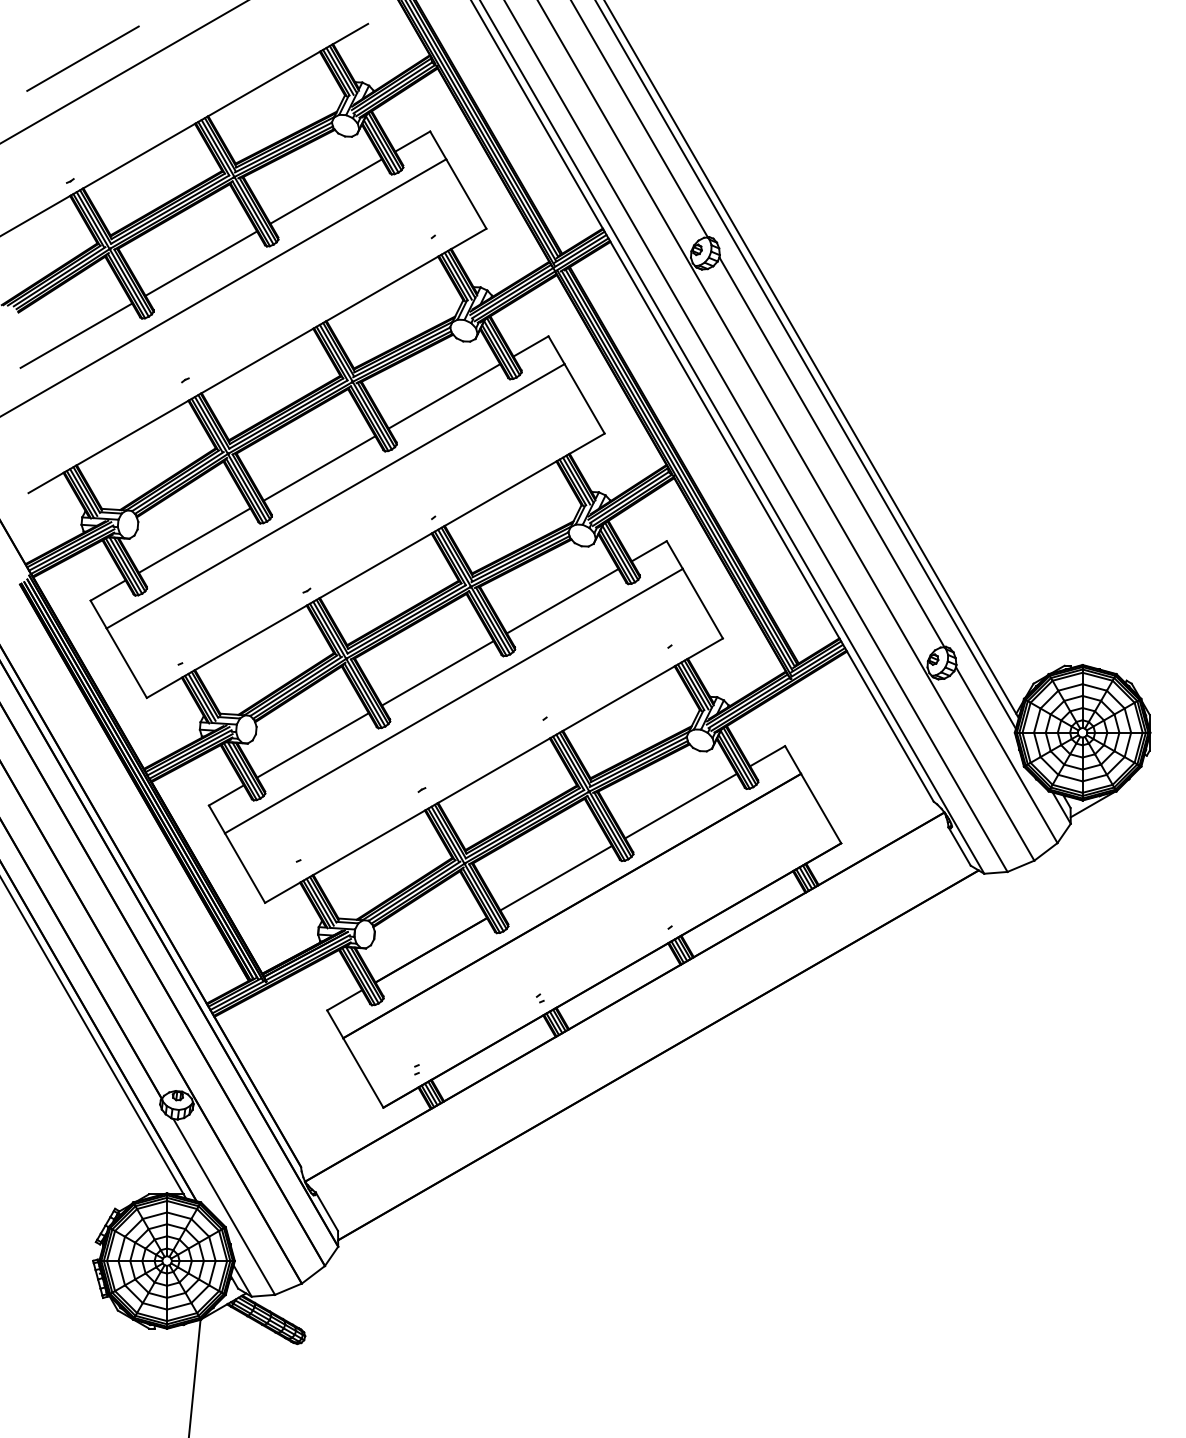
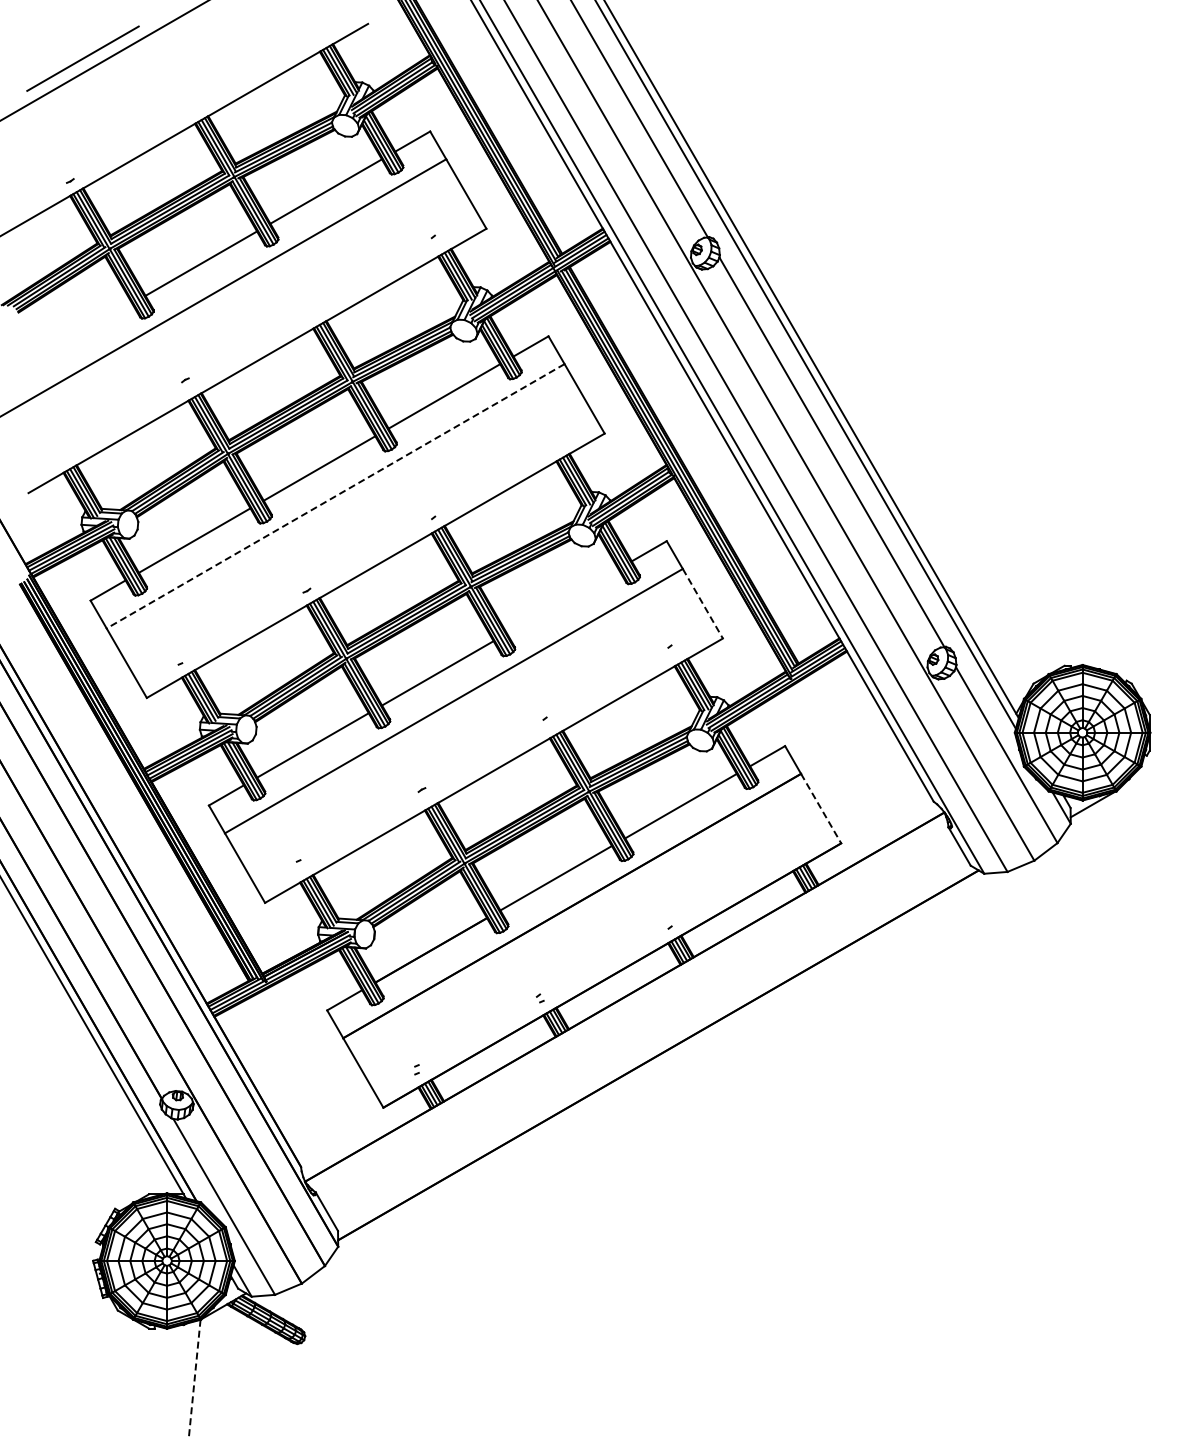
line at (123, 72) position: (123, 72) -> (104, 60)
line at (76, 335): present -> none
line at (335, 496): solid -> dashed
line at (562, 601): present -> none
line at (703, 604): solid -> dashed
line at (821, 809): solid -> dashed
line at (194, 1379): solid -> dashed
